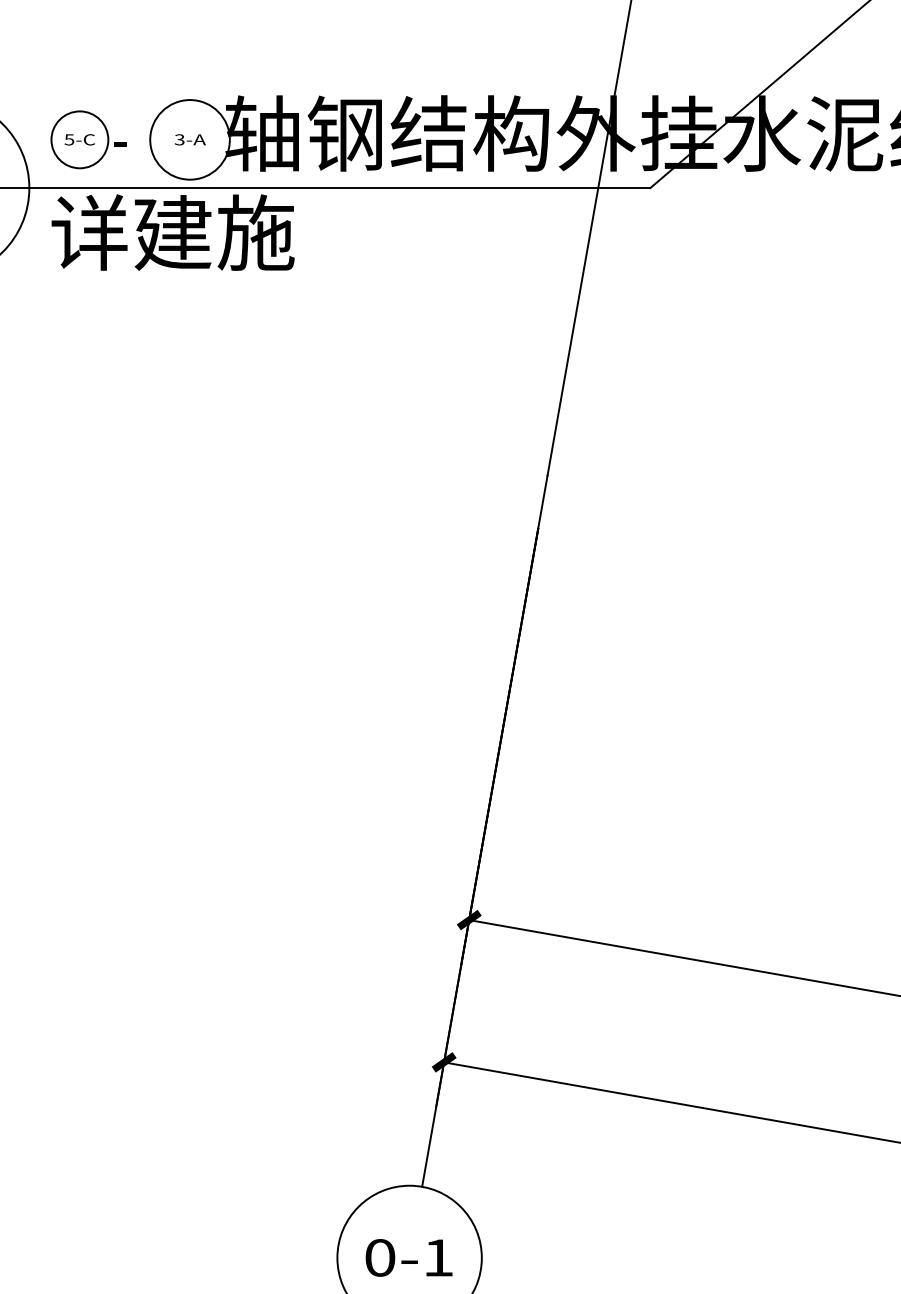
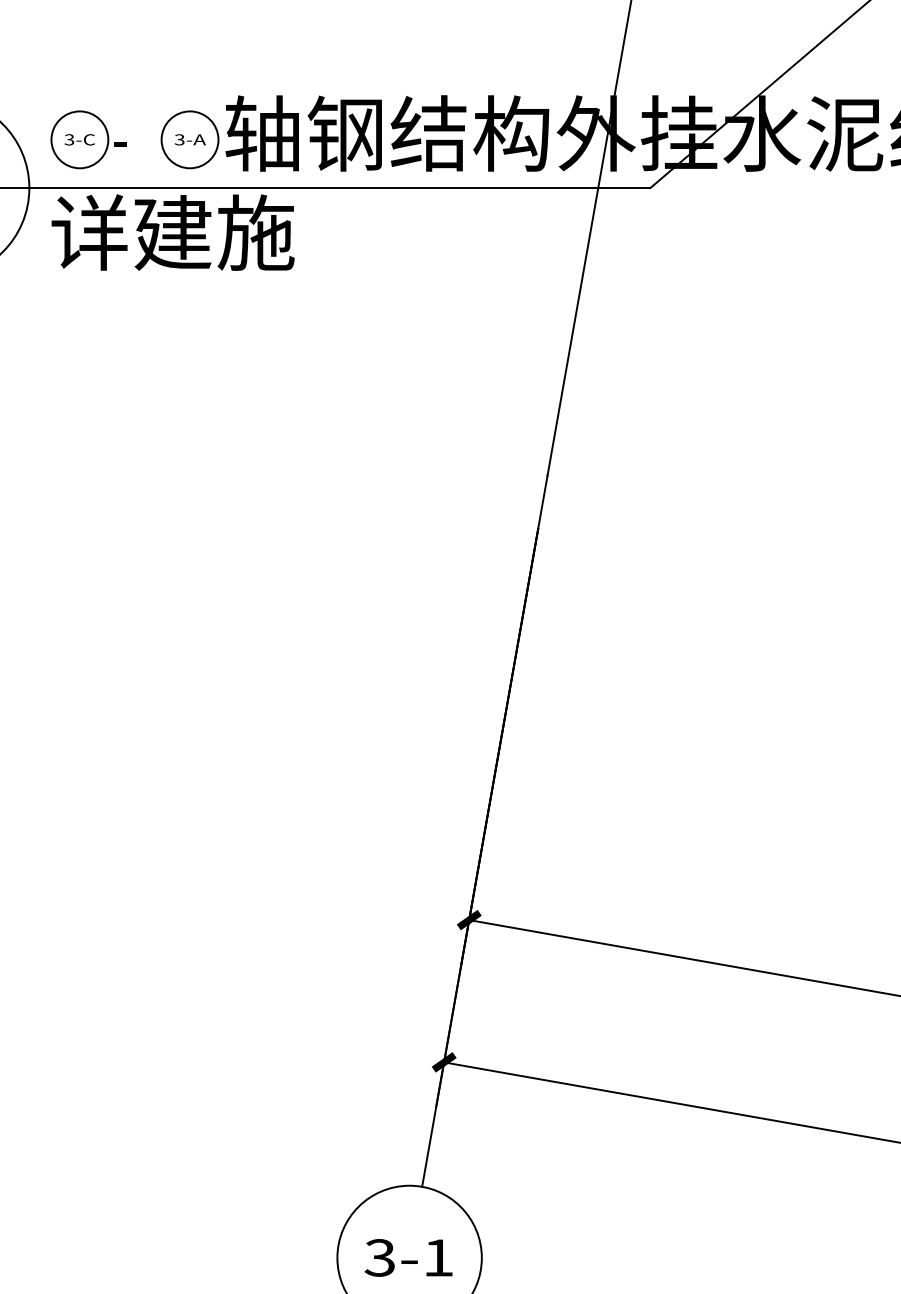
text at (69, 139): 5-C -> 3-C
circle at (189, 139) diameter: 80 px -> 57 px
text at (379, 1257): 0-1 -> 3-1
